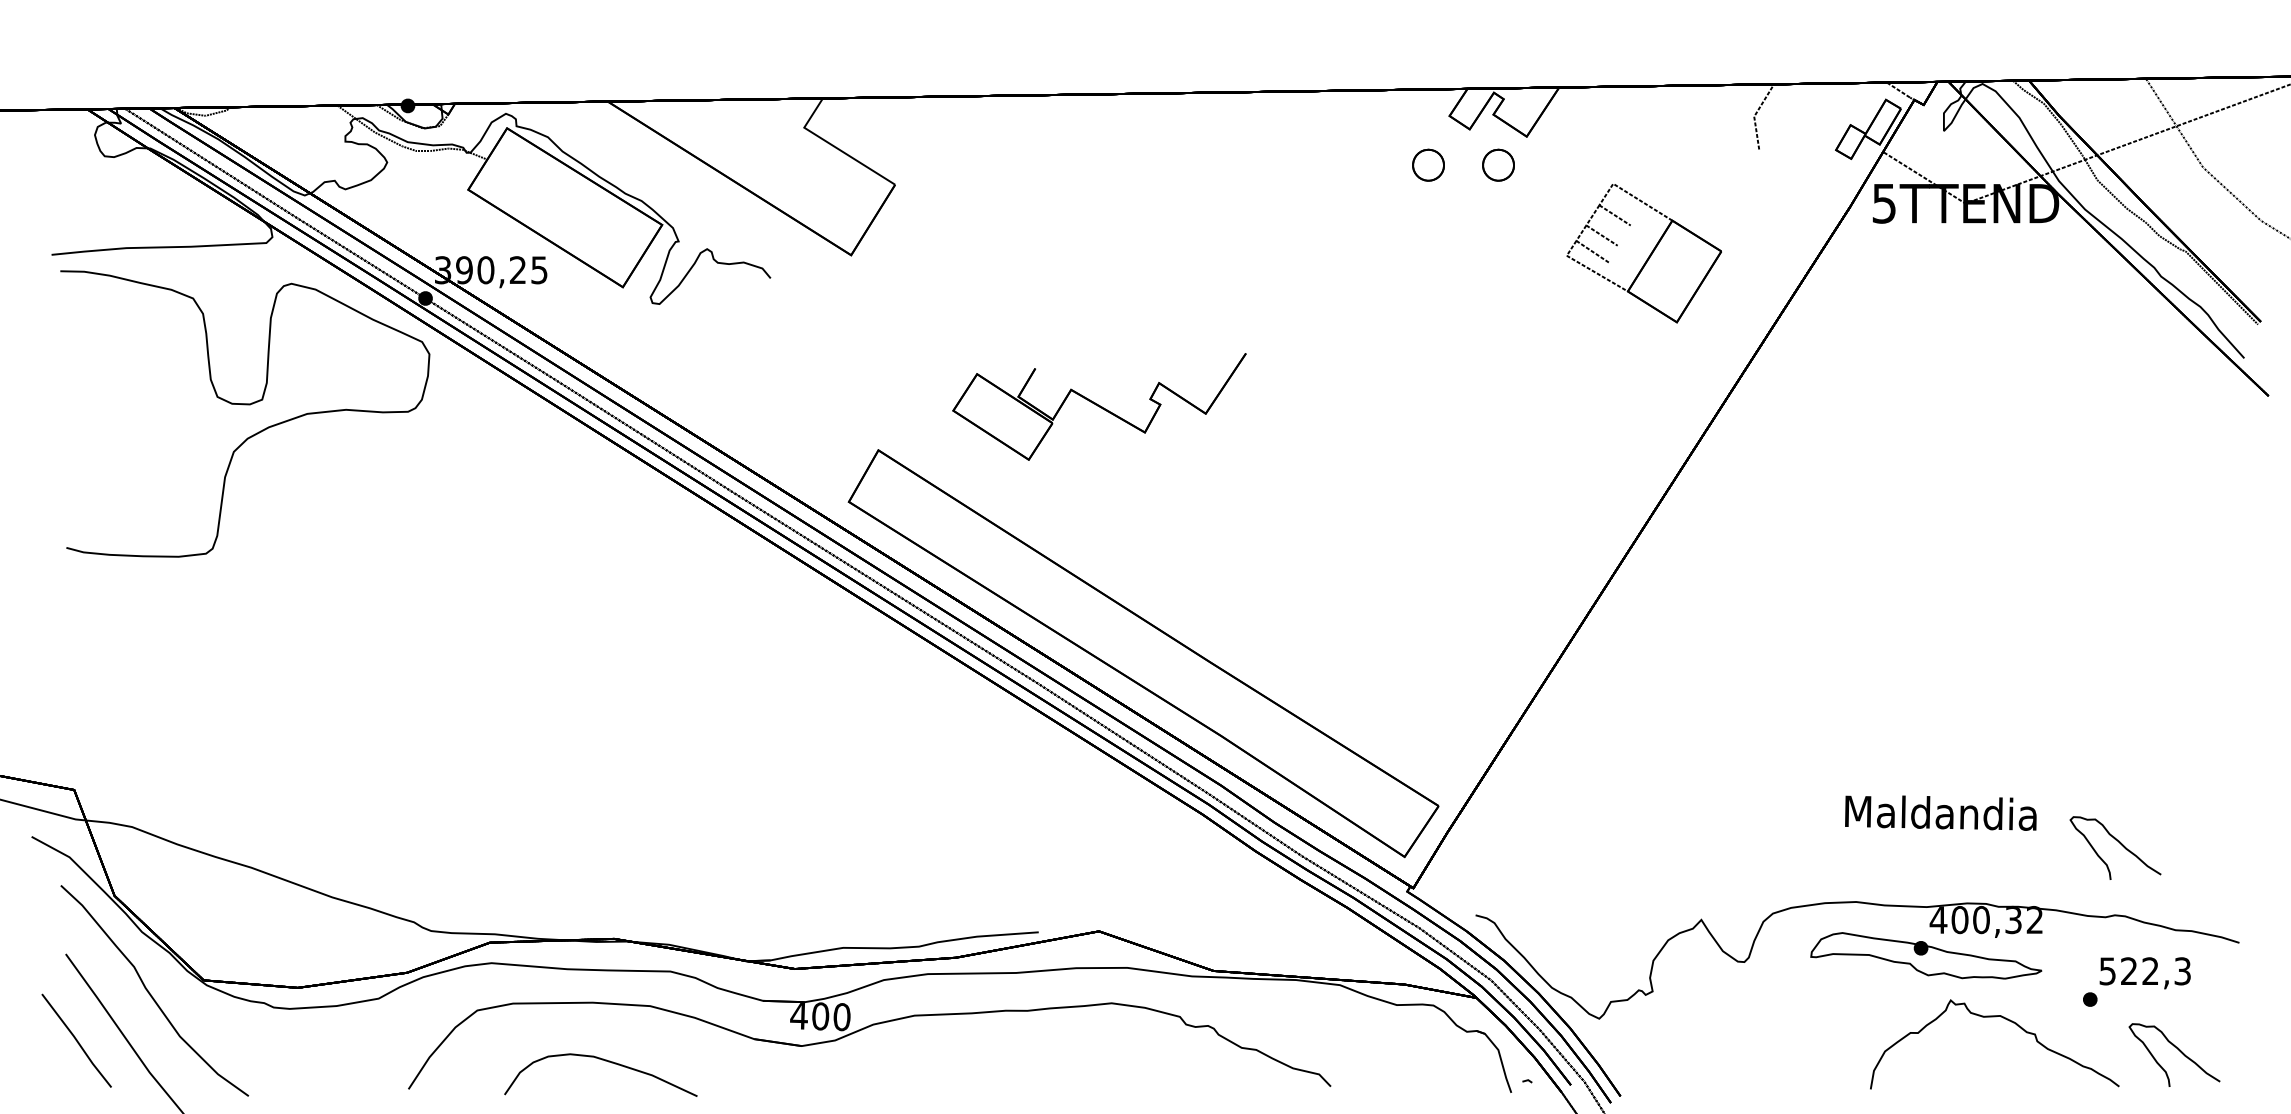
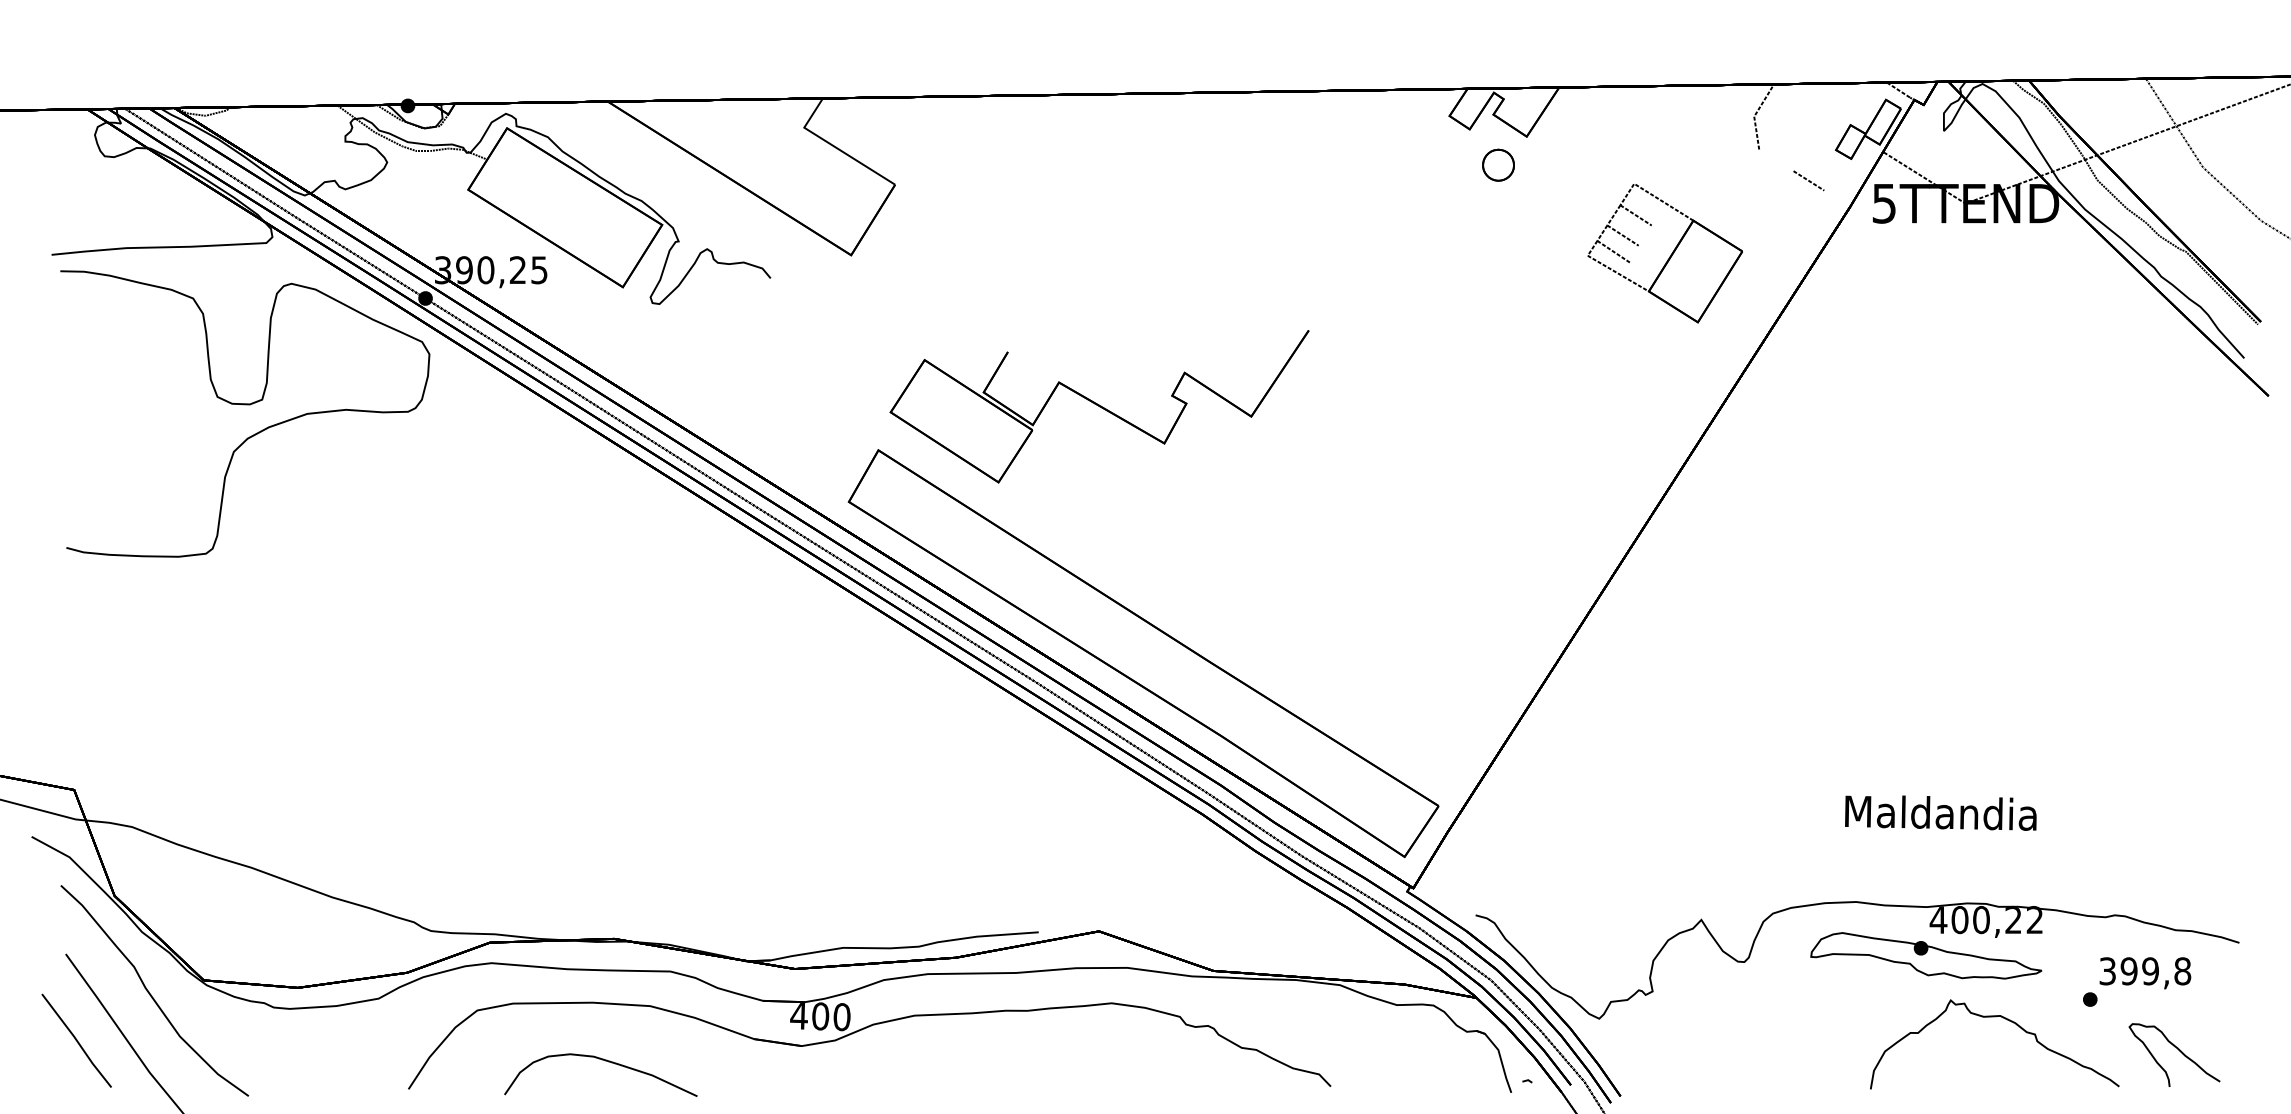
part at (1428, 164): present -> none
line at (1808, 180): none -> present
part at (1643, 253) position: (1643, 253) -> (1664, 253)
part at (1099, 406) size: 295x108 px -> 421x154 px
curve at (2119, 843): present -> none
text at (2013, 921): 400,32 -> 400,22
text at (2145, 971): 522,3 -> 399,8
